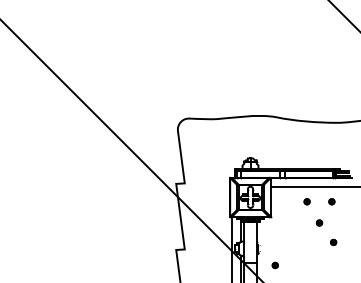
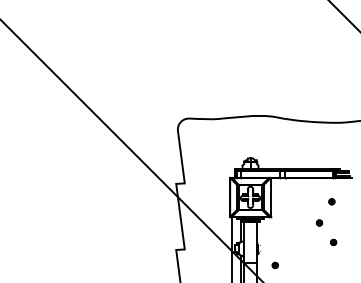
line at (313, 186): present -> none
part at (306, 201): present -> none
